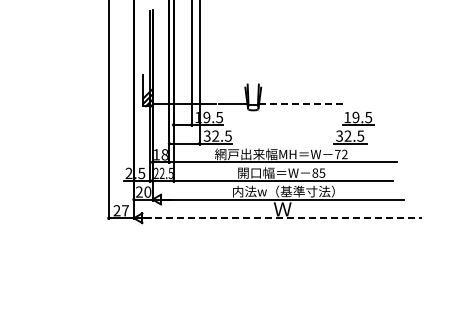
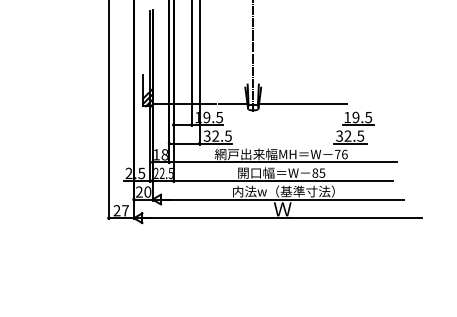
line at (253, 57): none -> present
line at (303, 103): dashed -> solid
text at (344, 154): 72 -> 76
line at (283, 218): dashed -> solid
